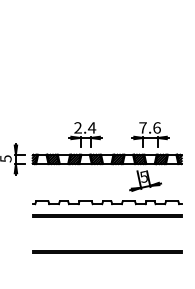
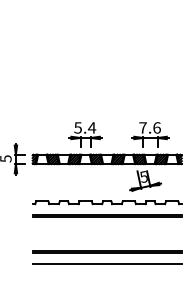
text at (77, 127): 2.4 -> 5.4
line at (106, 263): none -> present
